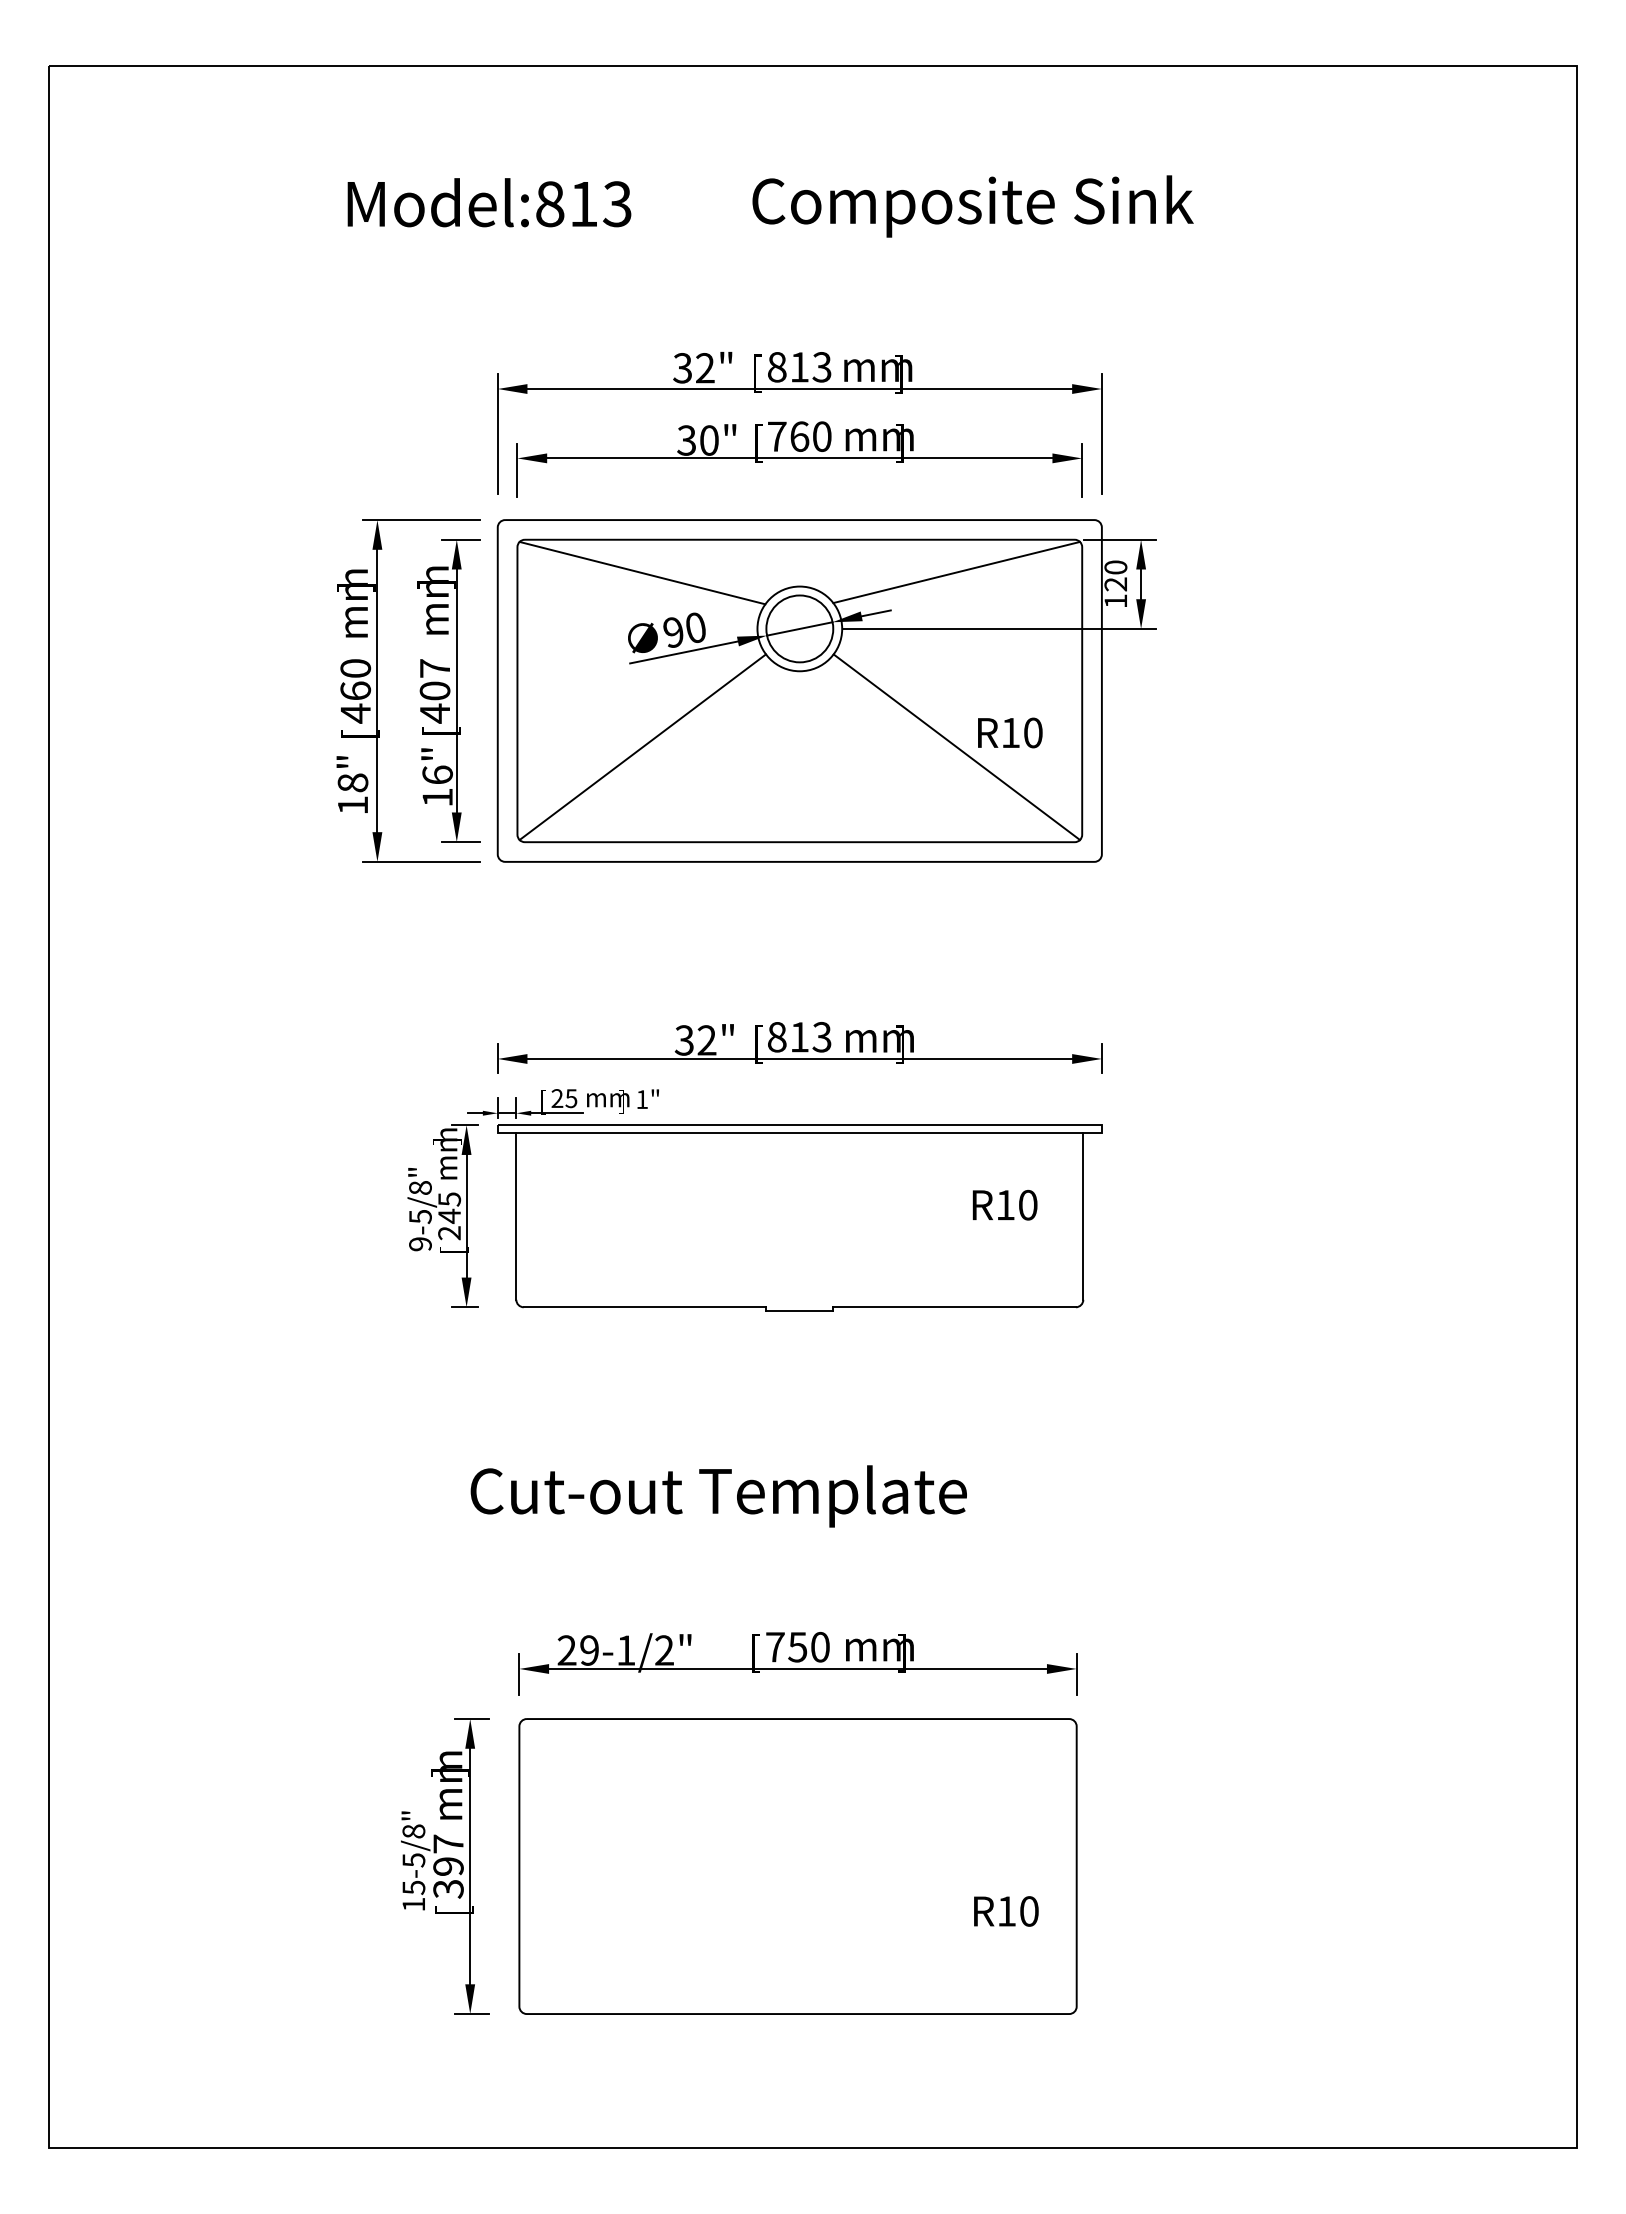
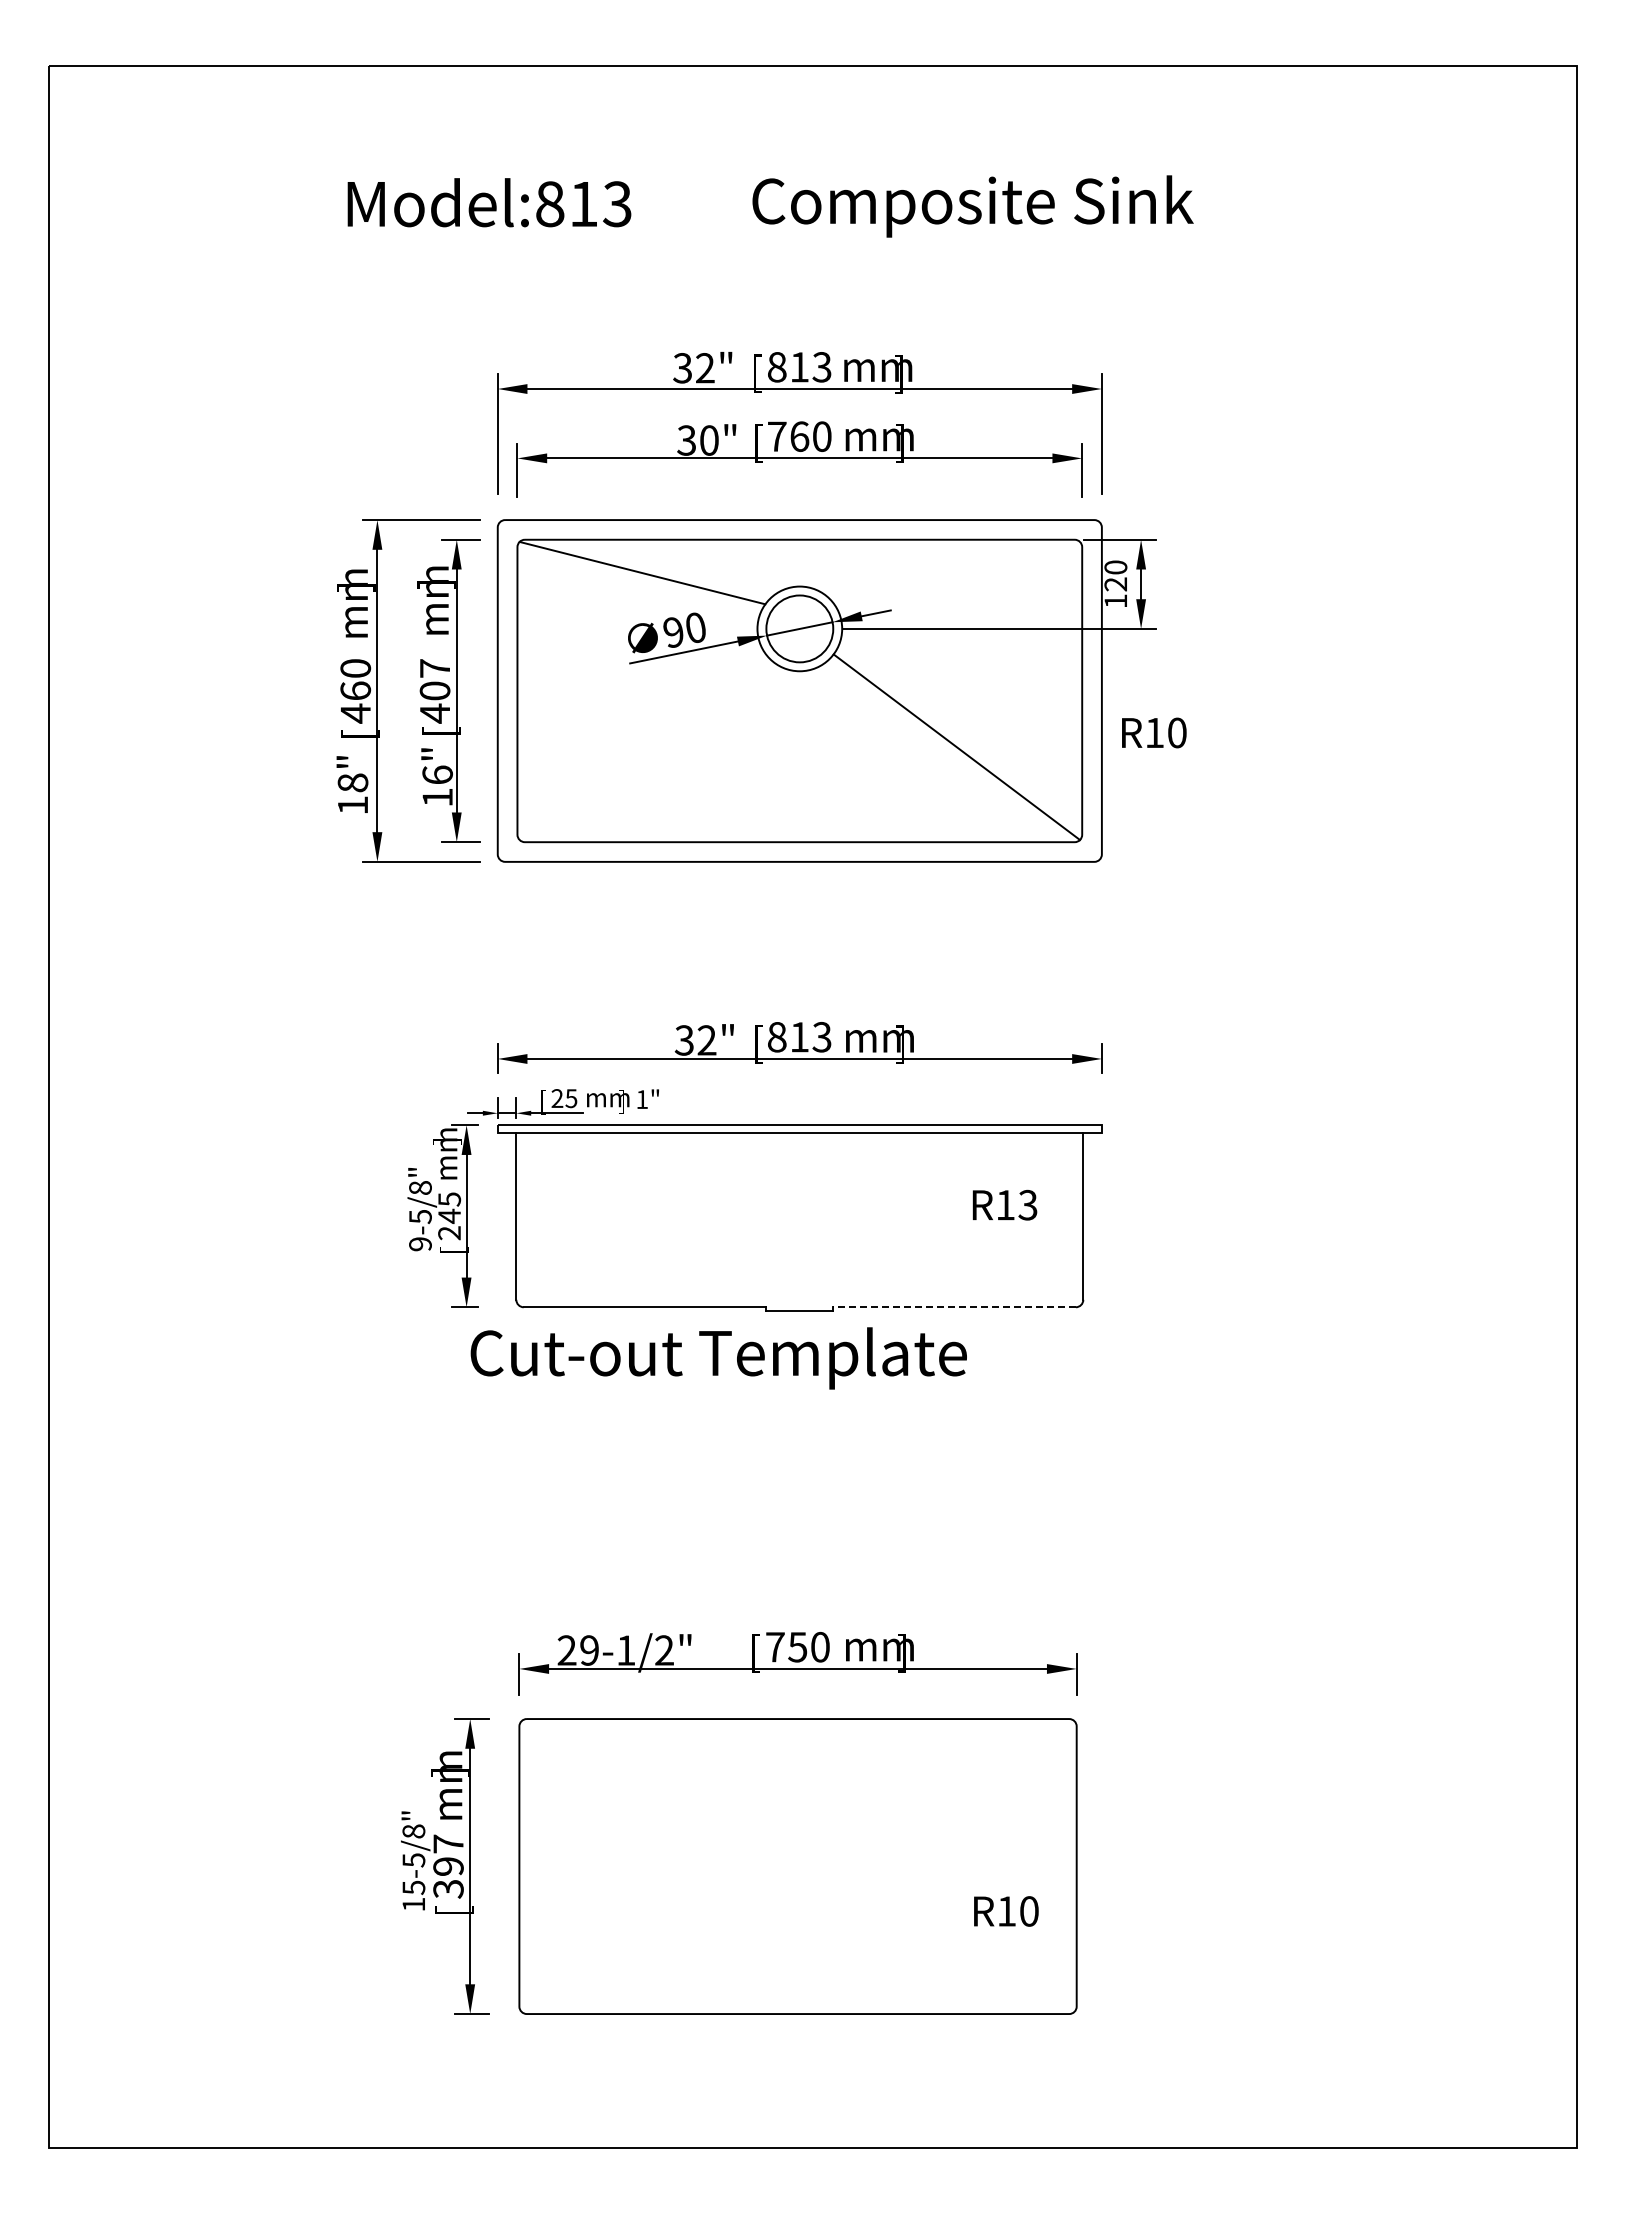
line at (956, 572): present -> none
text at (1010, 732) position: (1010, 732) -> (1154, 732)
line at (642, 747): present -> none
text at (1027, 1205): R10 -> R13
line at (954, 1307): solid -> dashed
text at (718, 1496) position: (718, 1496) -> (718, 1358)
